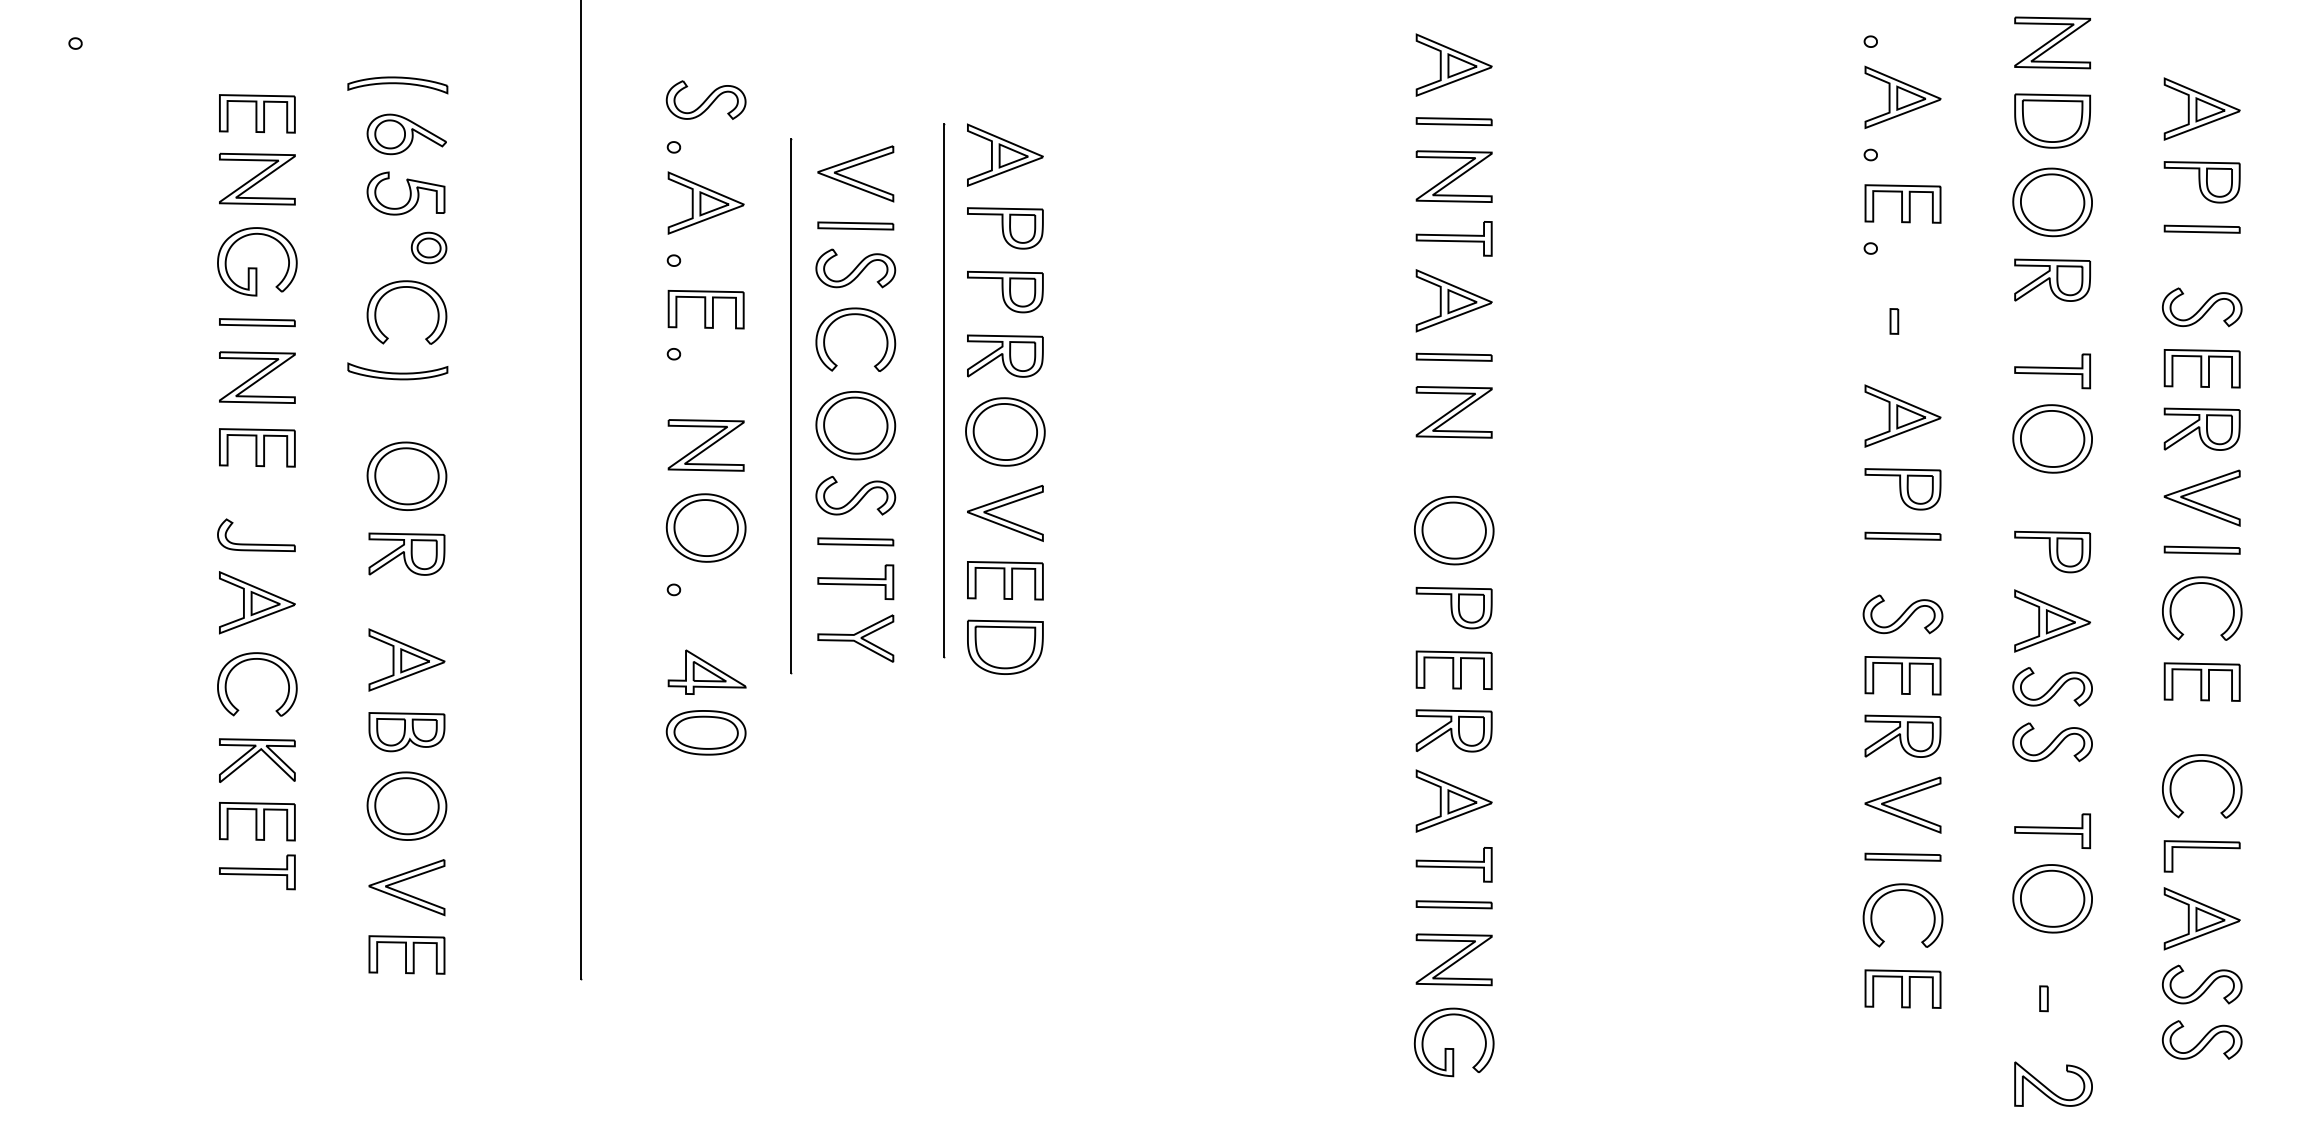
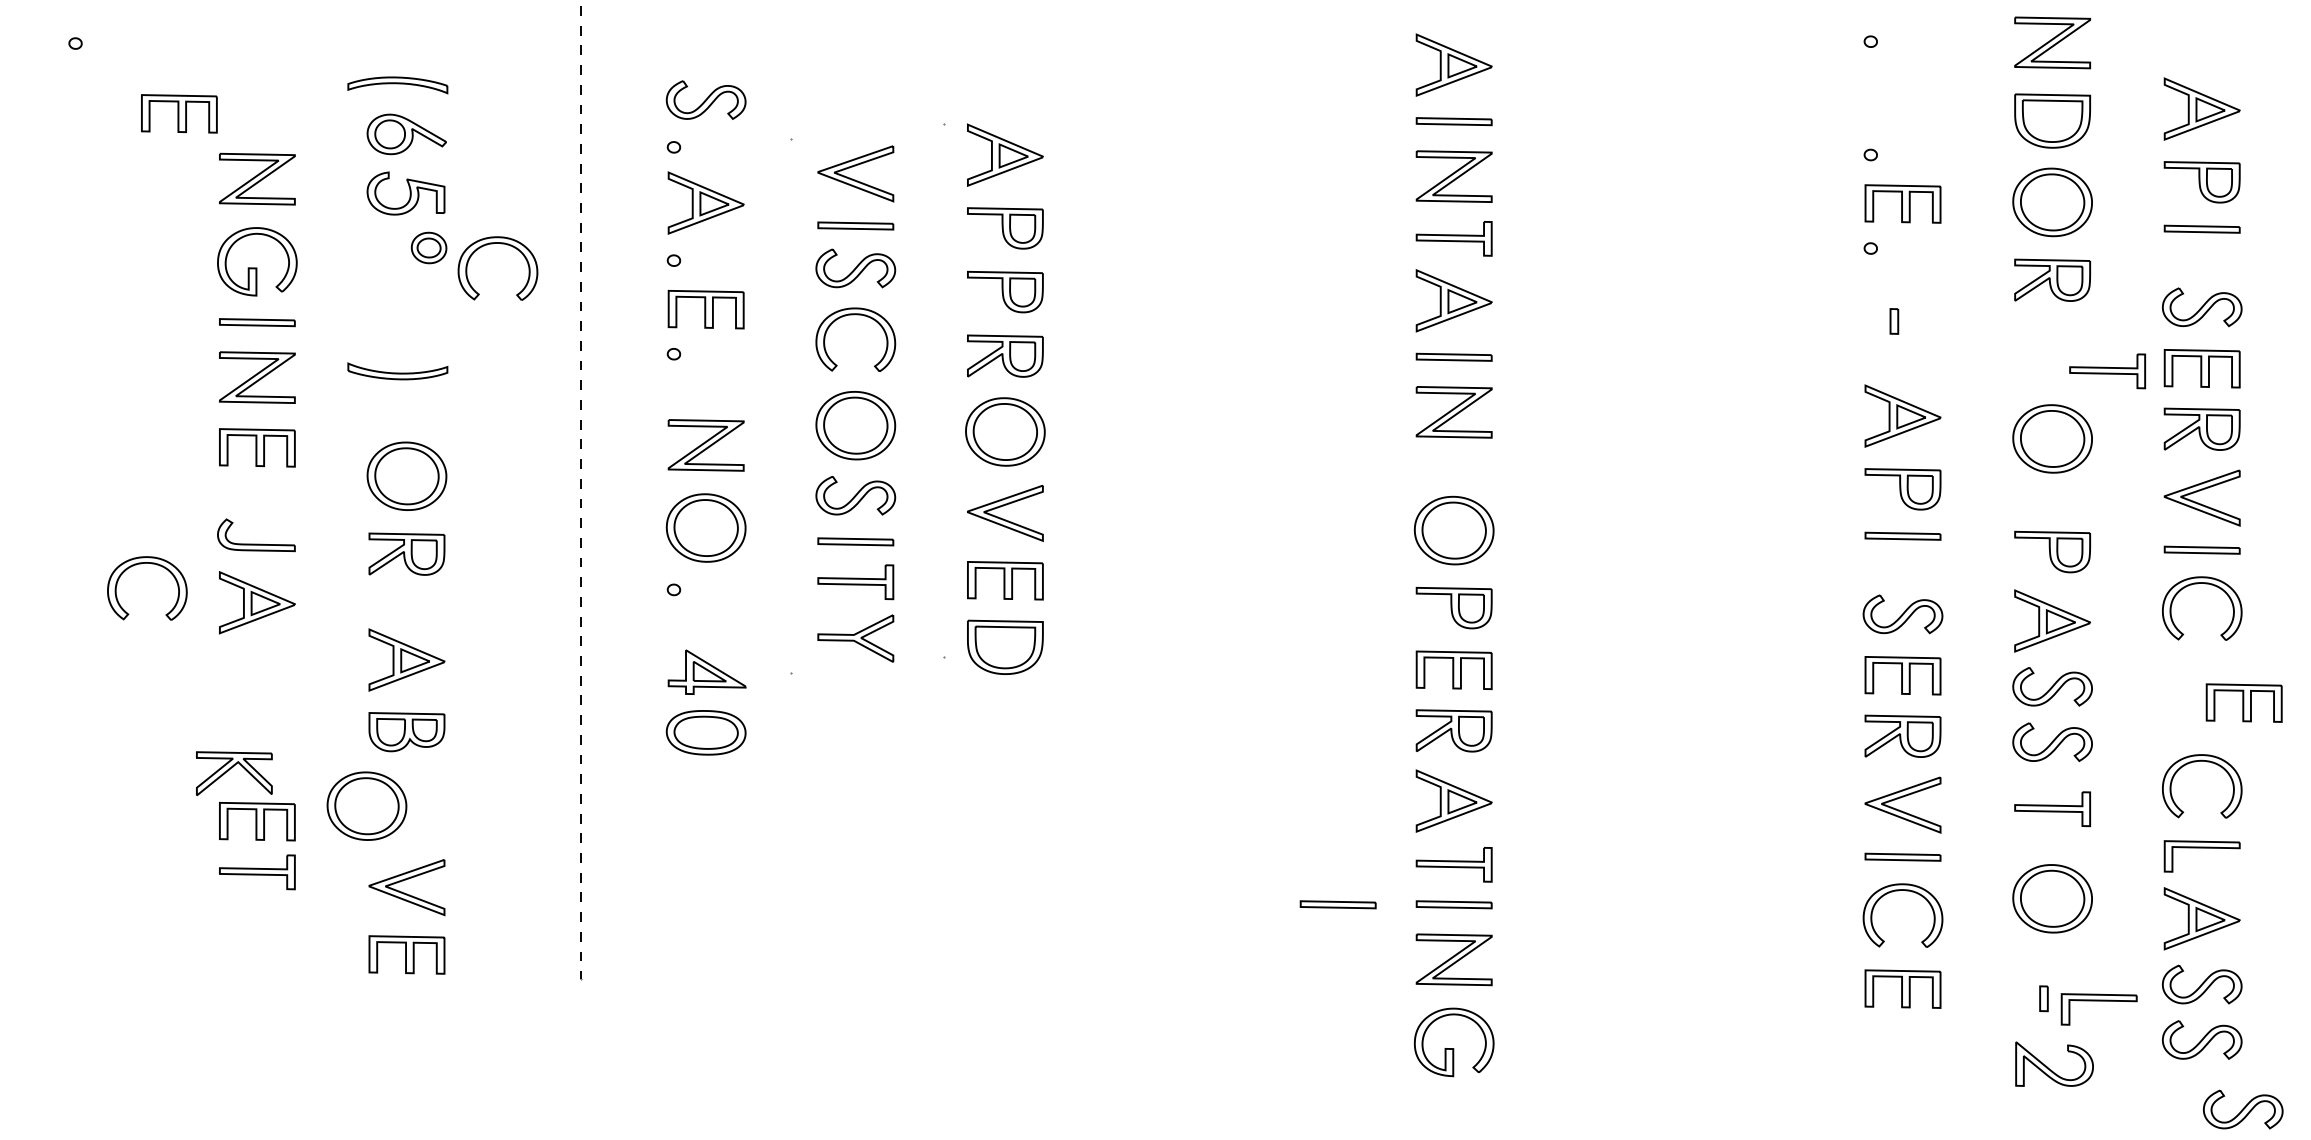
part at (1902, 96): present -> none
part at (257, 113) position: (257, 113) -> (179, 113)
part at (410, 288) position: (410, 288) -> (501, 244)
part at (2052, 371) position: (2052, 371) -> (2107, 371)
line at (944, 389): present -> none
line at (791, 405): present -> none
line at (581, 490): solid -> dashed
part at (261, 660) position: (261, 660) -> (151, 564)
part at (2201, 681) position: (2201, 681) -> (2243, 702)
part at (257, 760) position: (257, 760) -> (234, 773)
part at (406, 805) position: (406, 805) -> (366, 805)
part at (2052, 831) position: (2052, 831) -> (2052, 809)
part at (1337, 904): none -> present
part at (2098, 1001): none -> present
part at (2050, 1089) position: (2050, 1089) -> (2051, 1069)
part at (2243, 1109): none -> present
